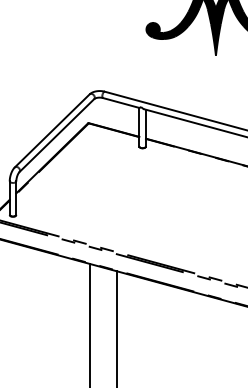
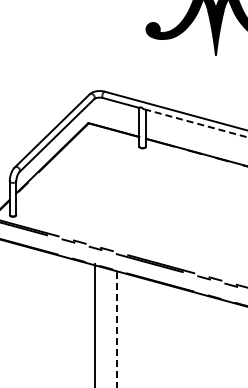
line at (196, 123): solid -> dashed
line at (90, 324) position: (90, 324) -> (95, 324)
line at (116, 328): solid -> dashed
